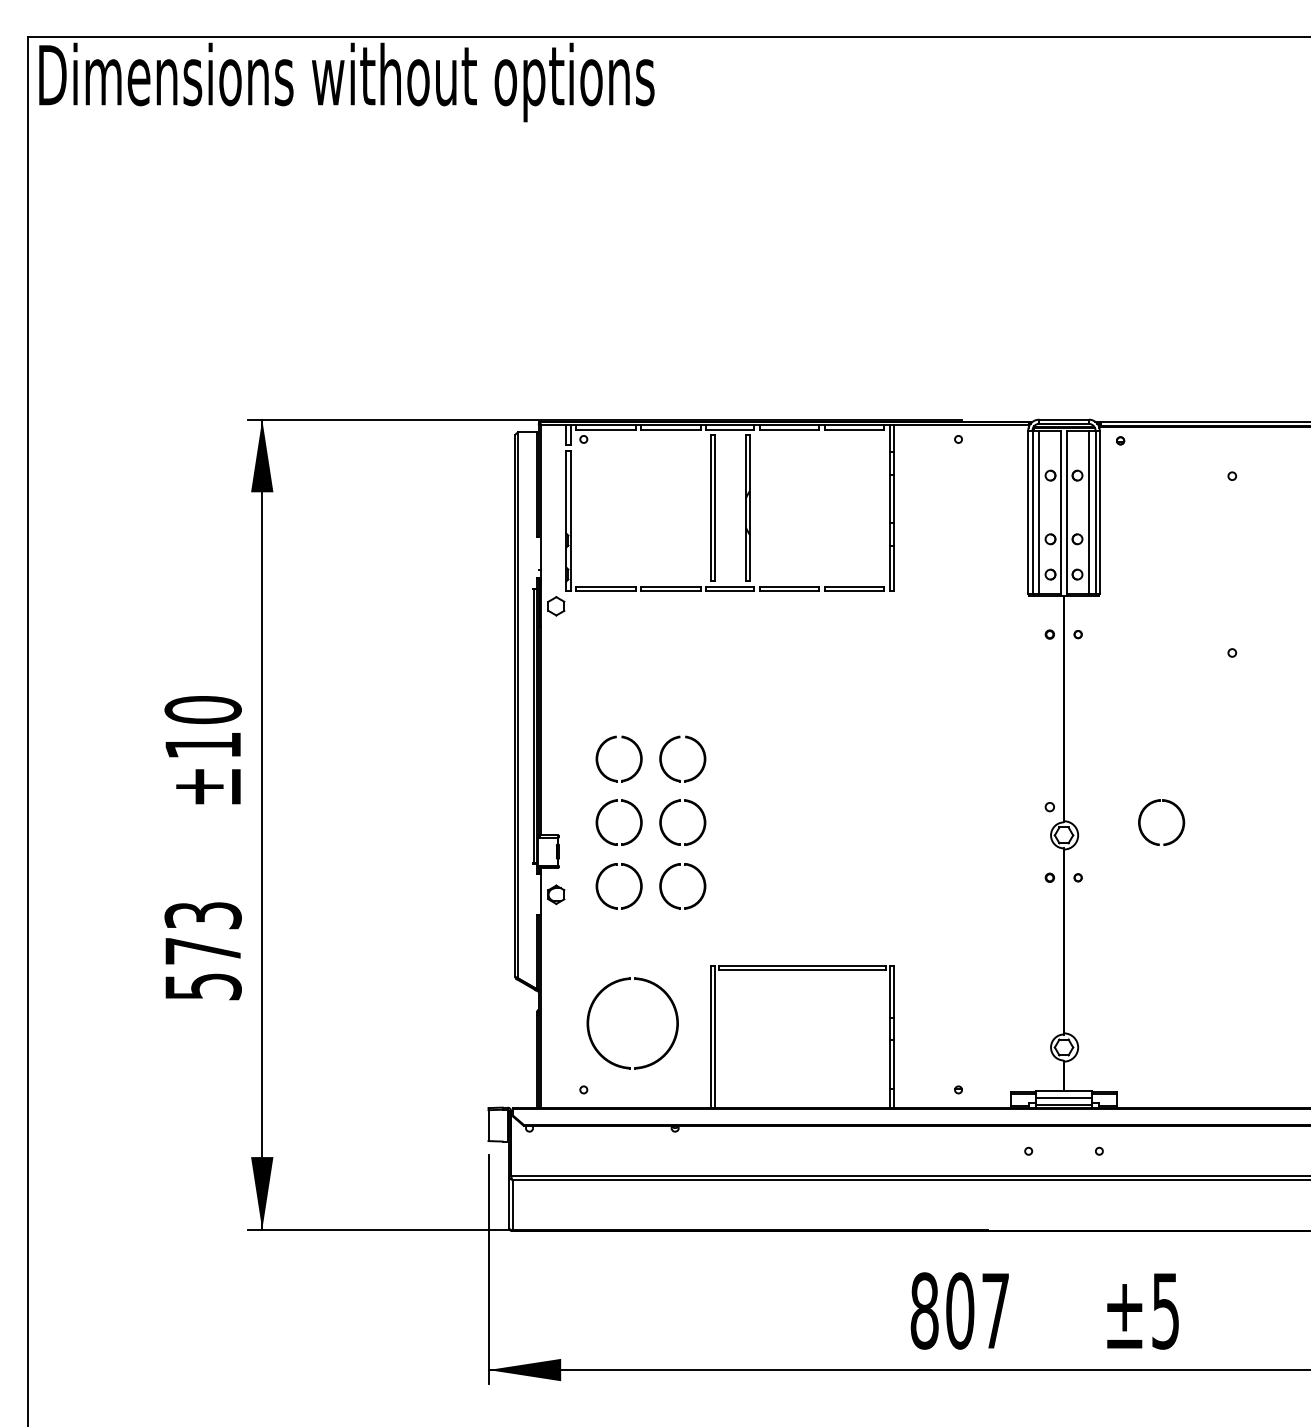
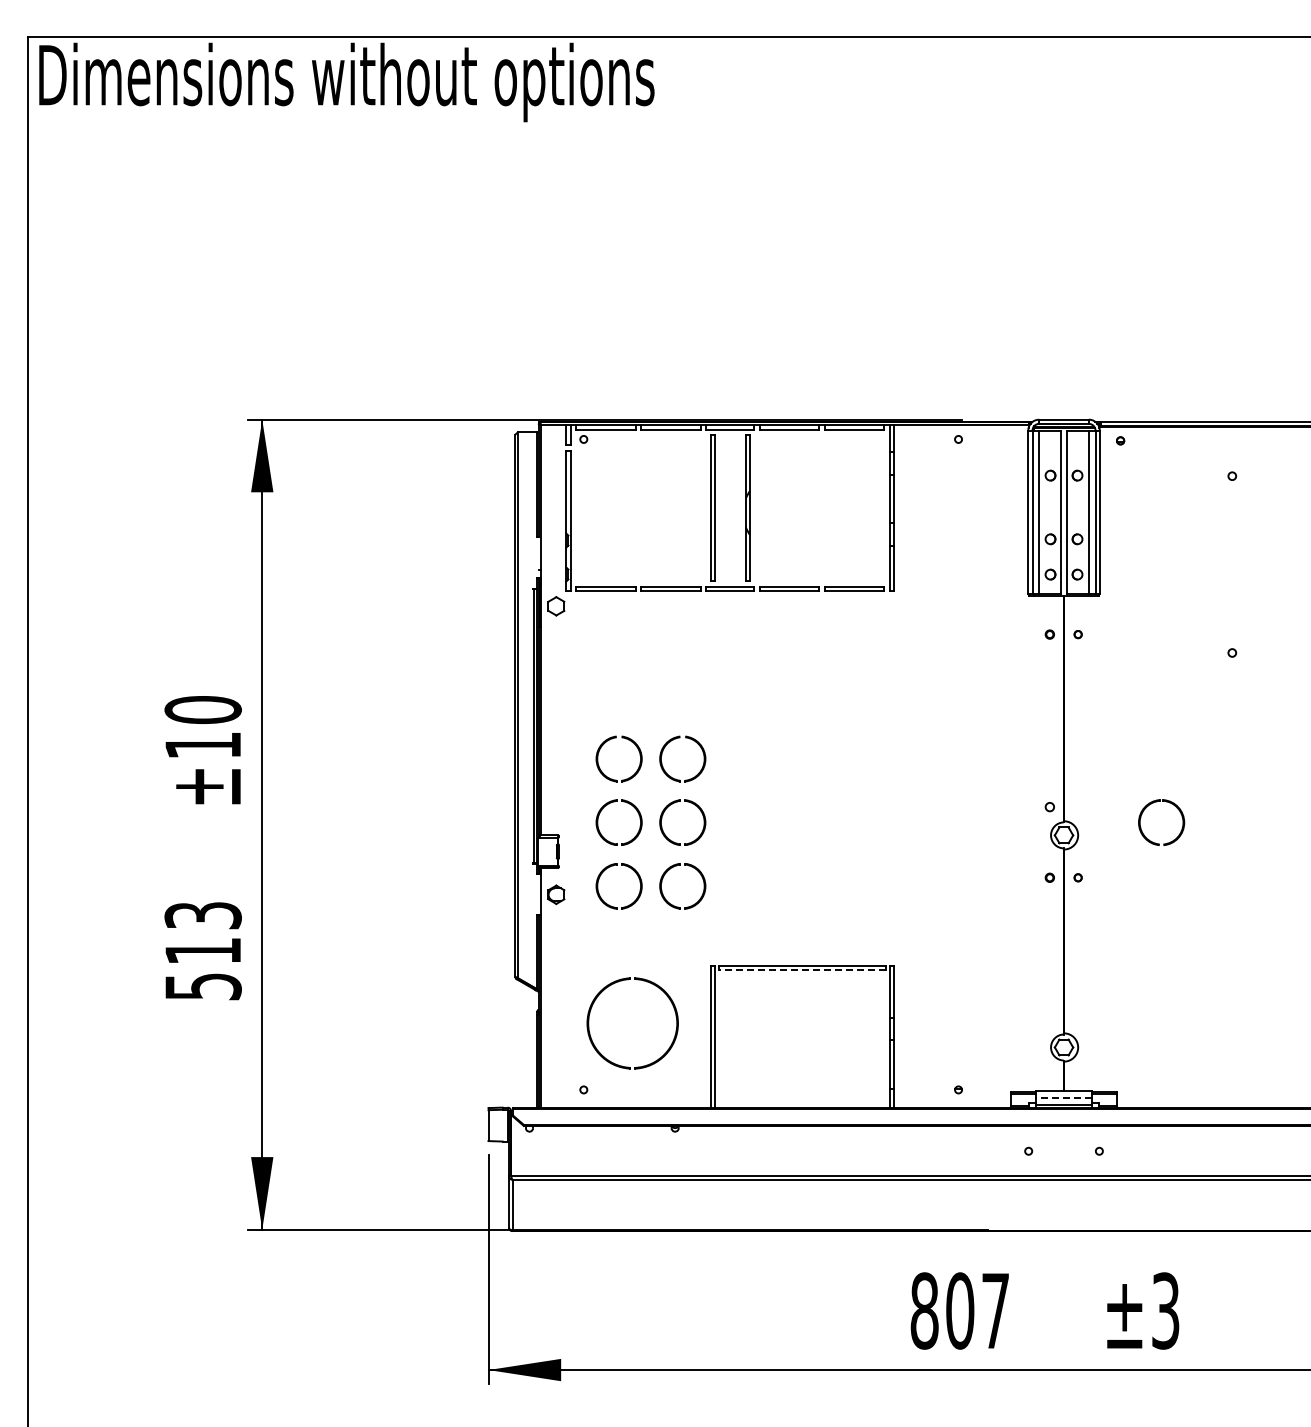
text at (202, 951): 573 -> 513
line at (801, 970): solid -> dashed
line at (1063, 1098): solid -> dashed
text at (1165, 1310): ±5 -> ±3
